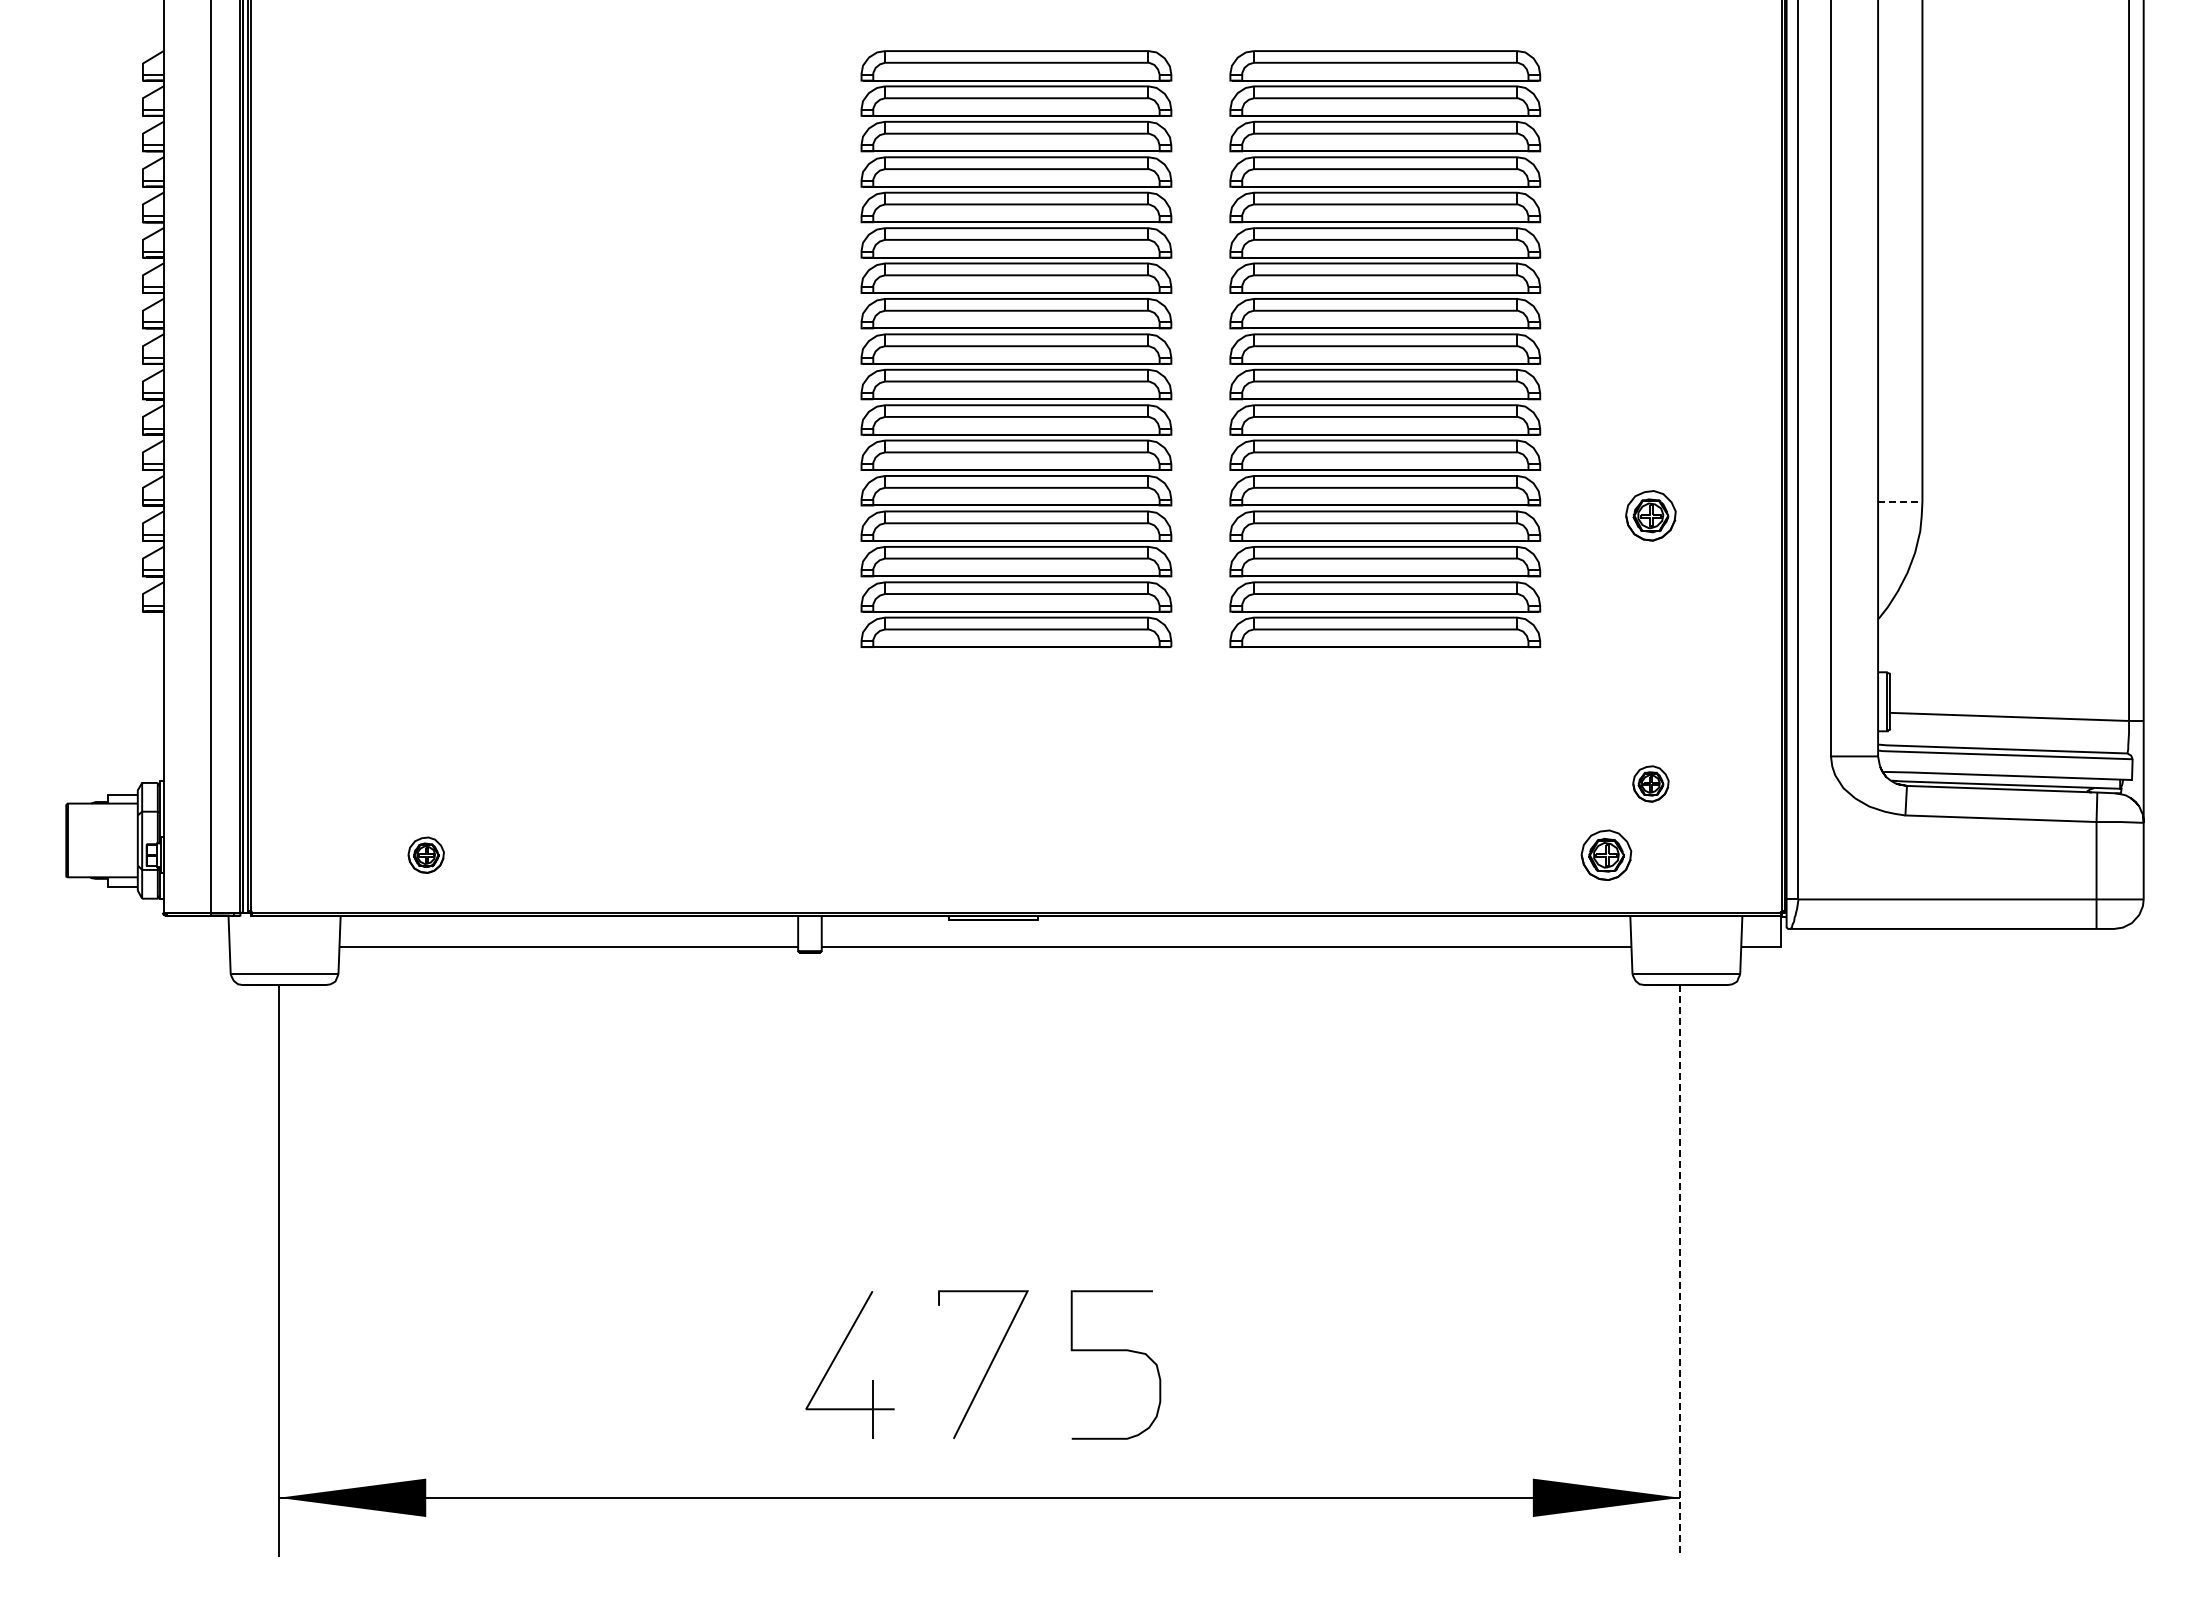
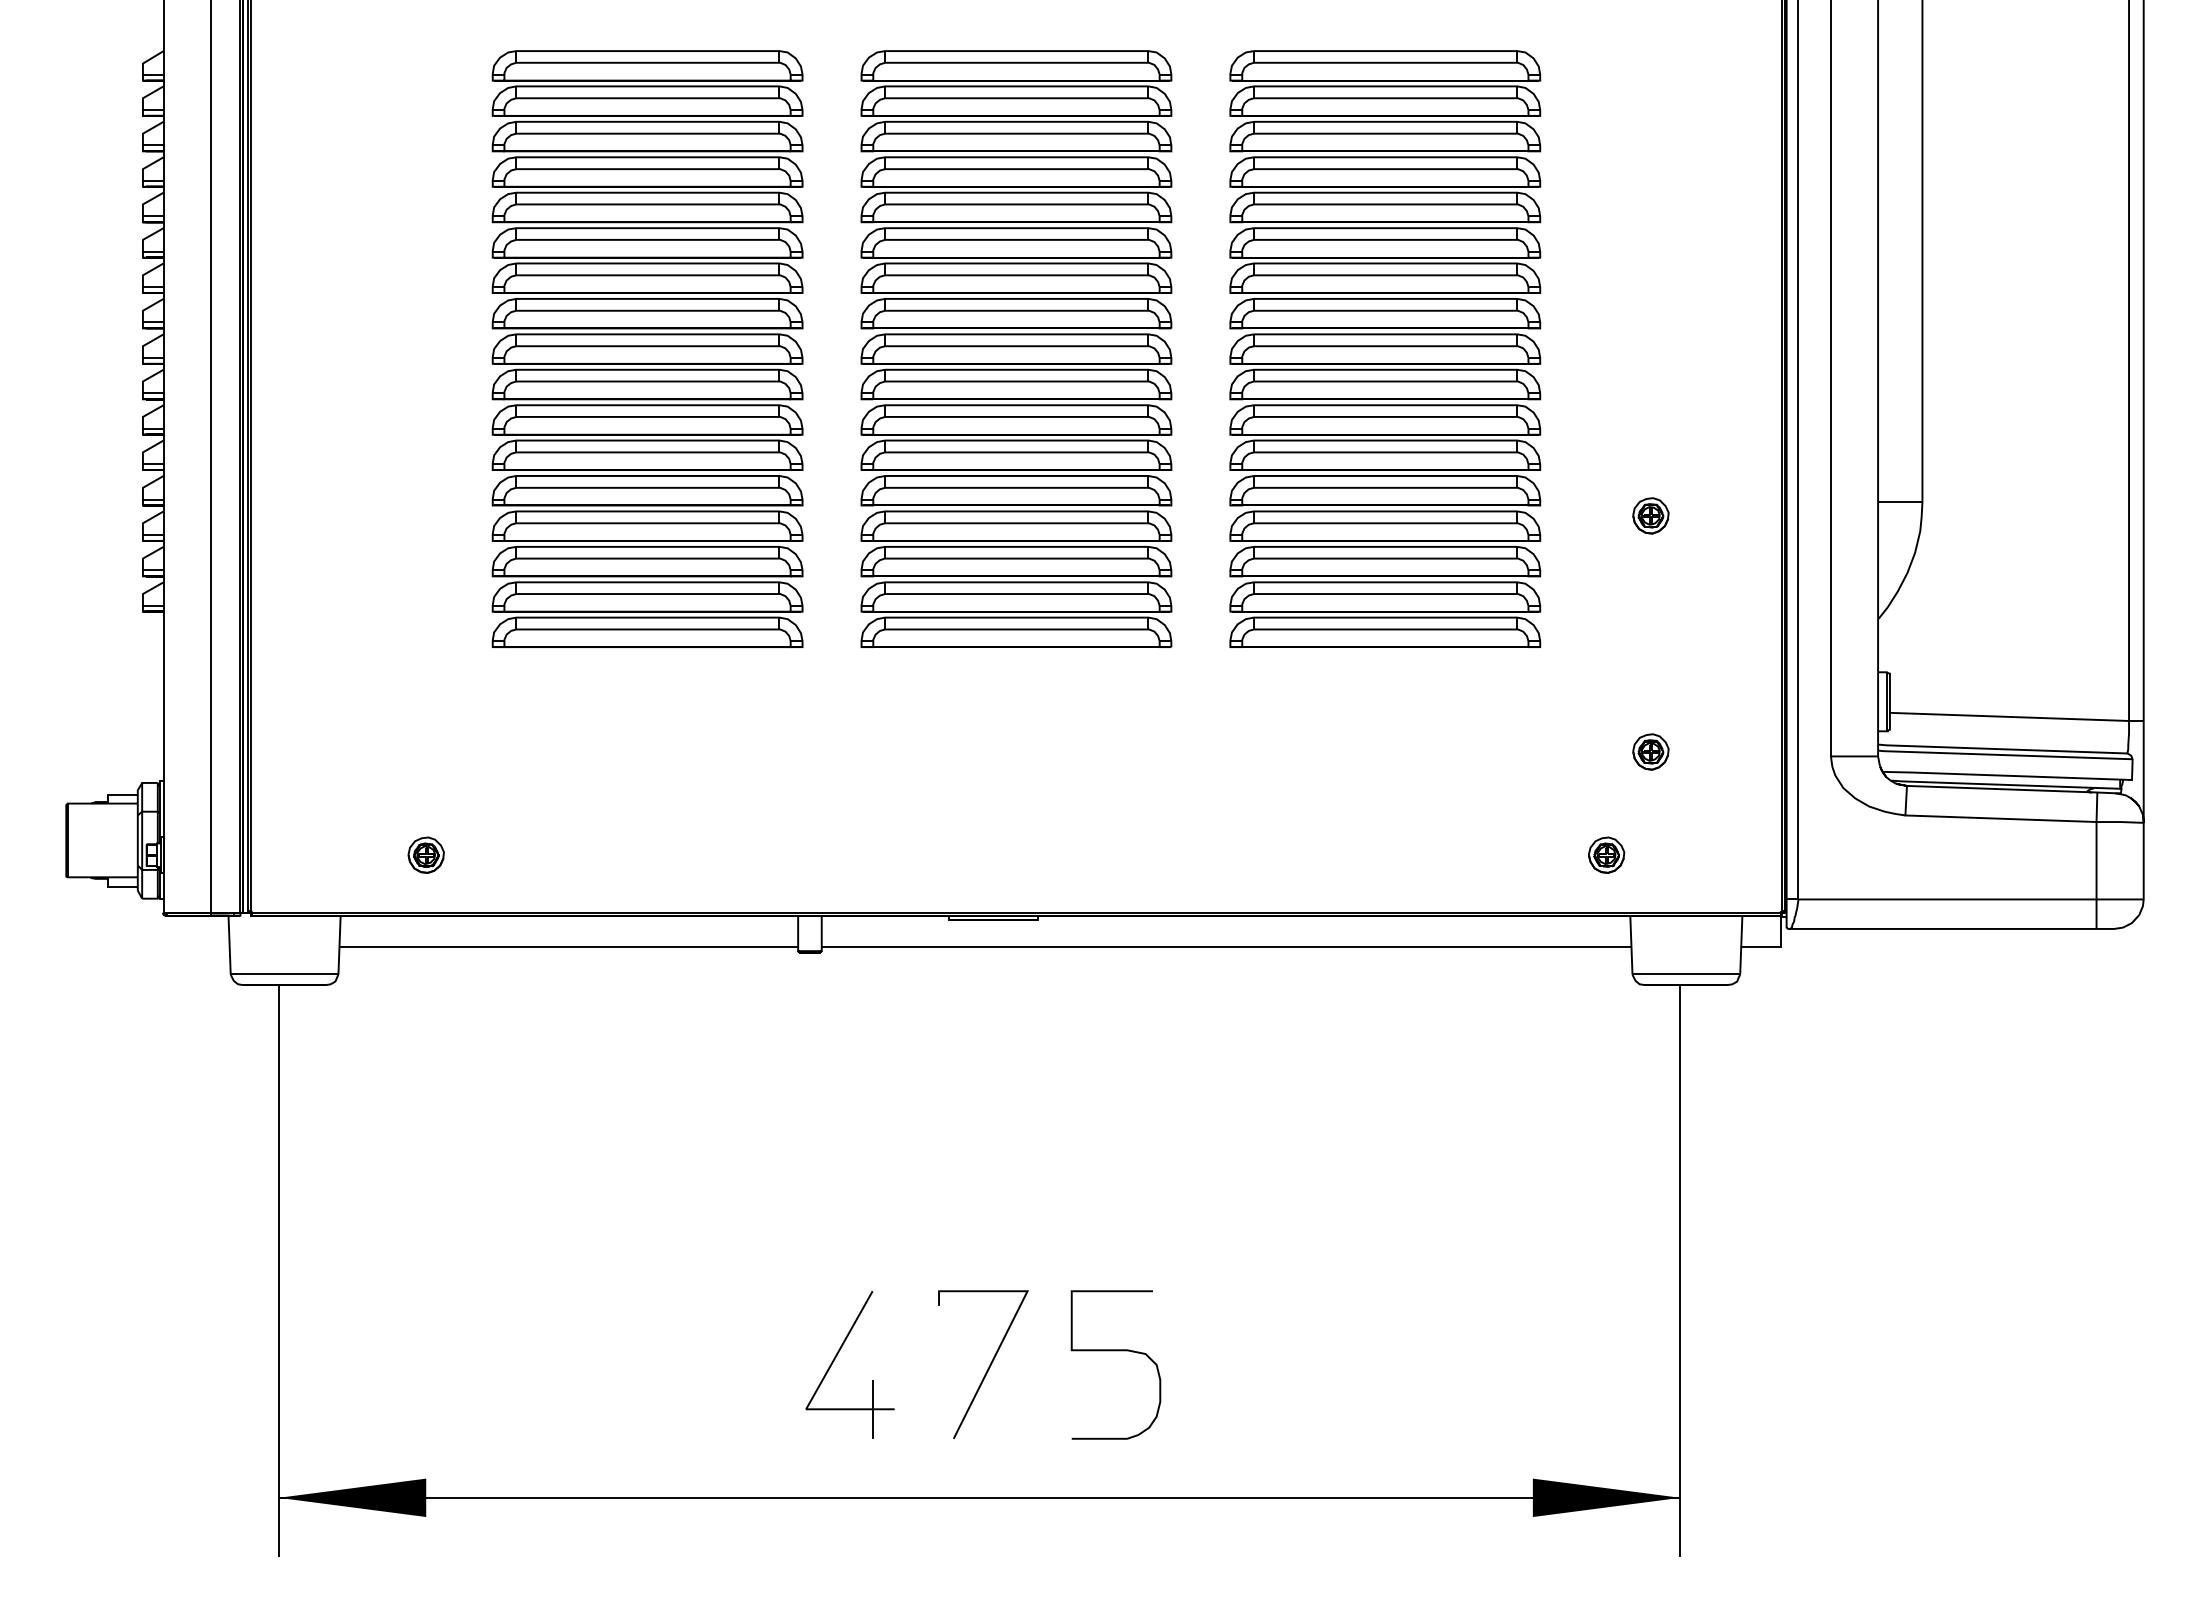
part at (647, 349): none -> present
line at (1900, 501): dashed -> solid
part at (1650, 515) size: 52x52 px -> 38x38 px
part at (1650, 783) position: (1650, 783) -> (1650, 751)
part at (1606, 854) size: 53x52 px -> 38x38 px
line at (1680, 1270): dashed -> solid
